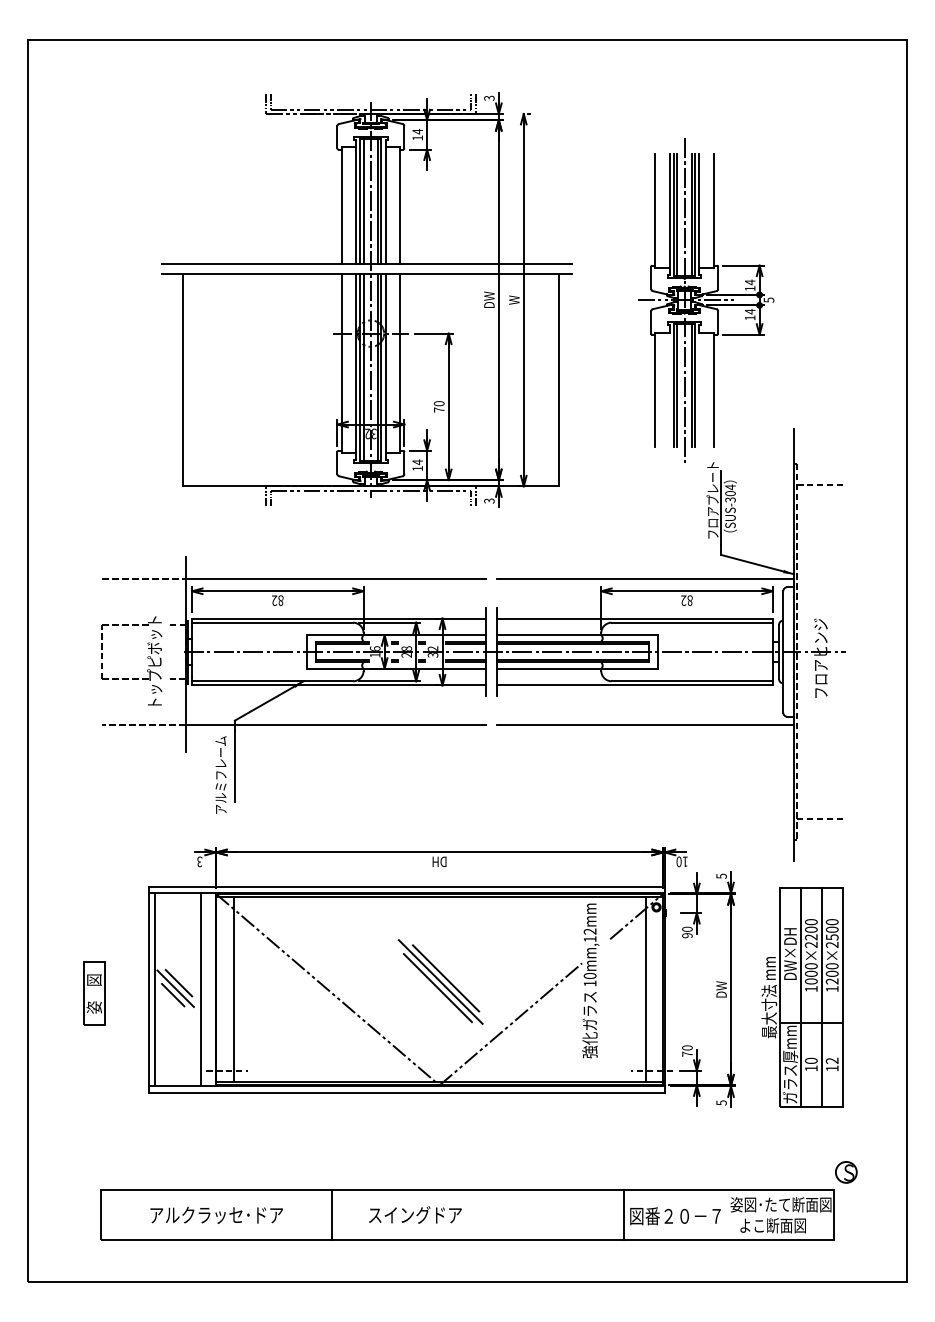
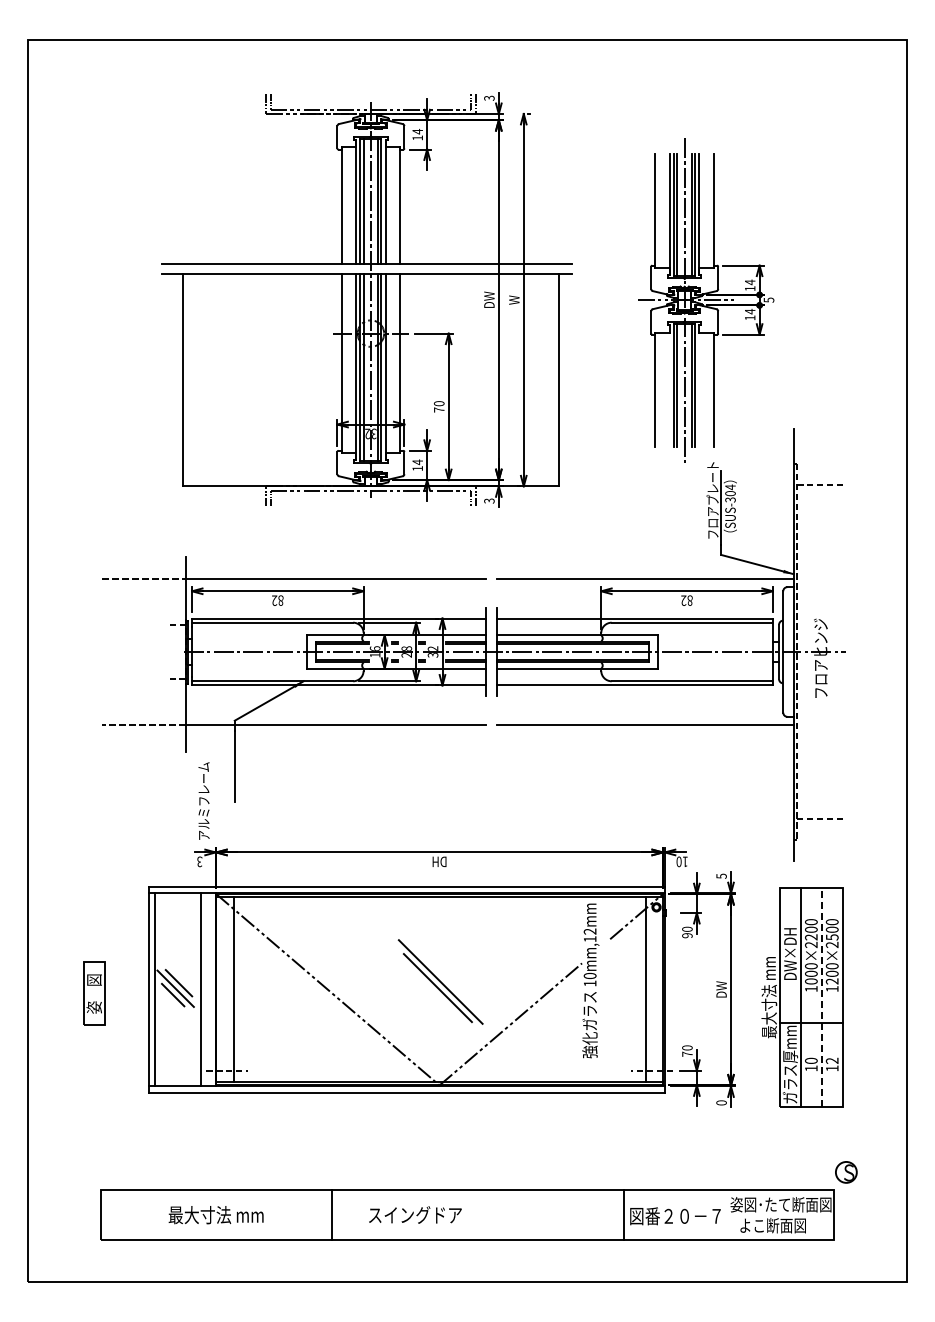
part at (147, 658): present -> none
text at (220, 774) position: (220, 774) -> (203, 800)
line at (445, 978): present -> none
line at (821, 996): solid -> dashed
text at (721, 1102): 5 -> 0
text at (216, 1215): アルクラッセ･ドア -> 最大寸法 mm
